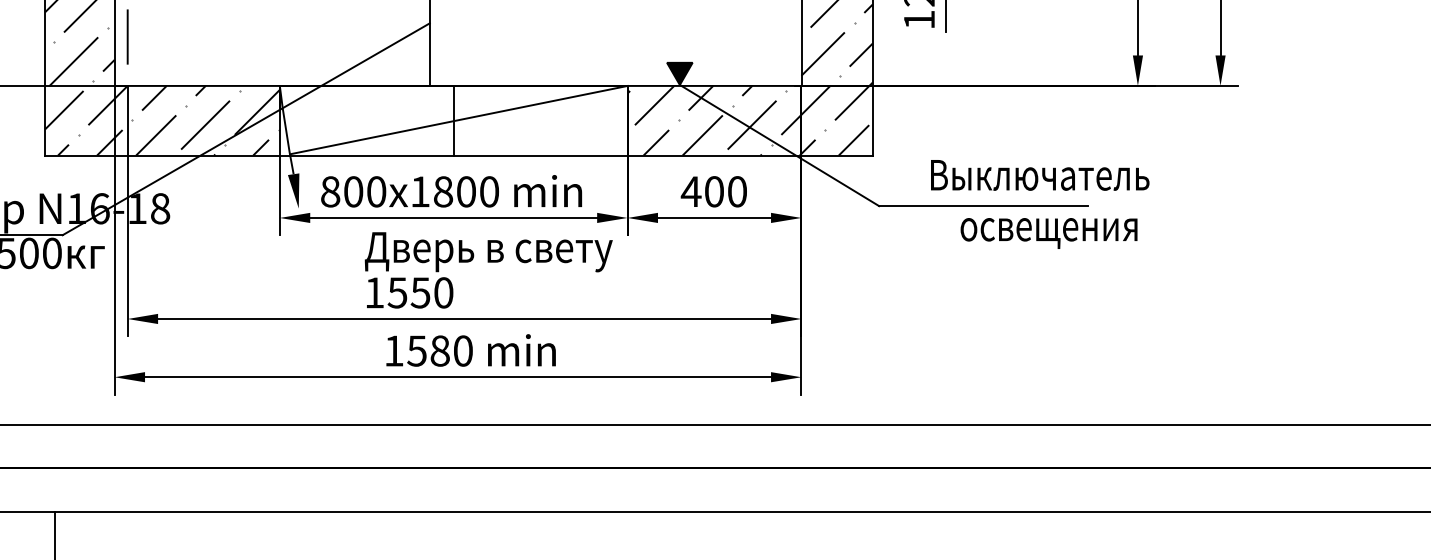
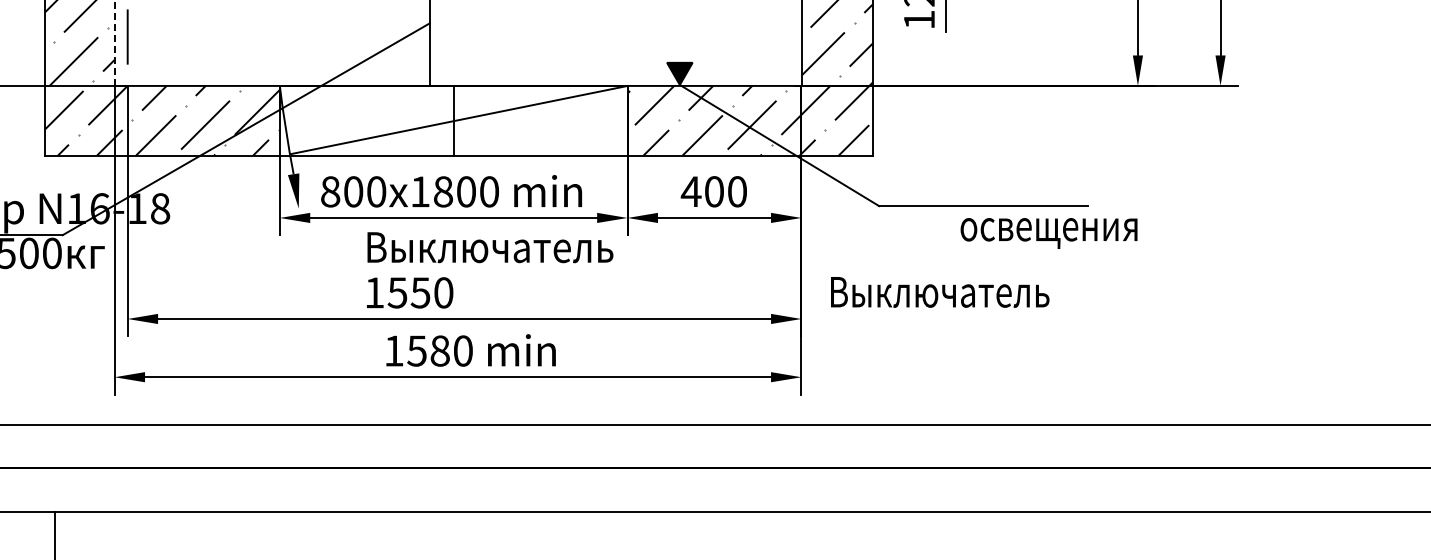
line at (114, 43): solid -> dashed
text at (1040, 175) position: (1040, 175) -> (940, 292)
text at (488, 252): Дверь в свету -> Выключатель
